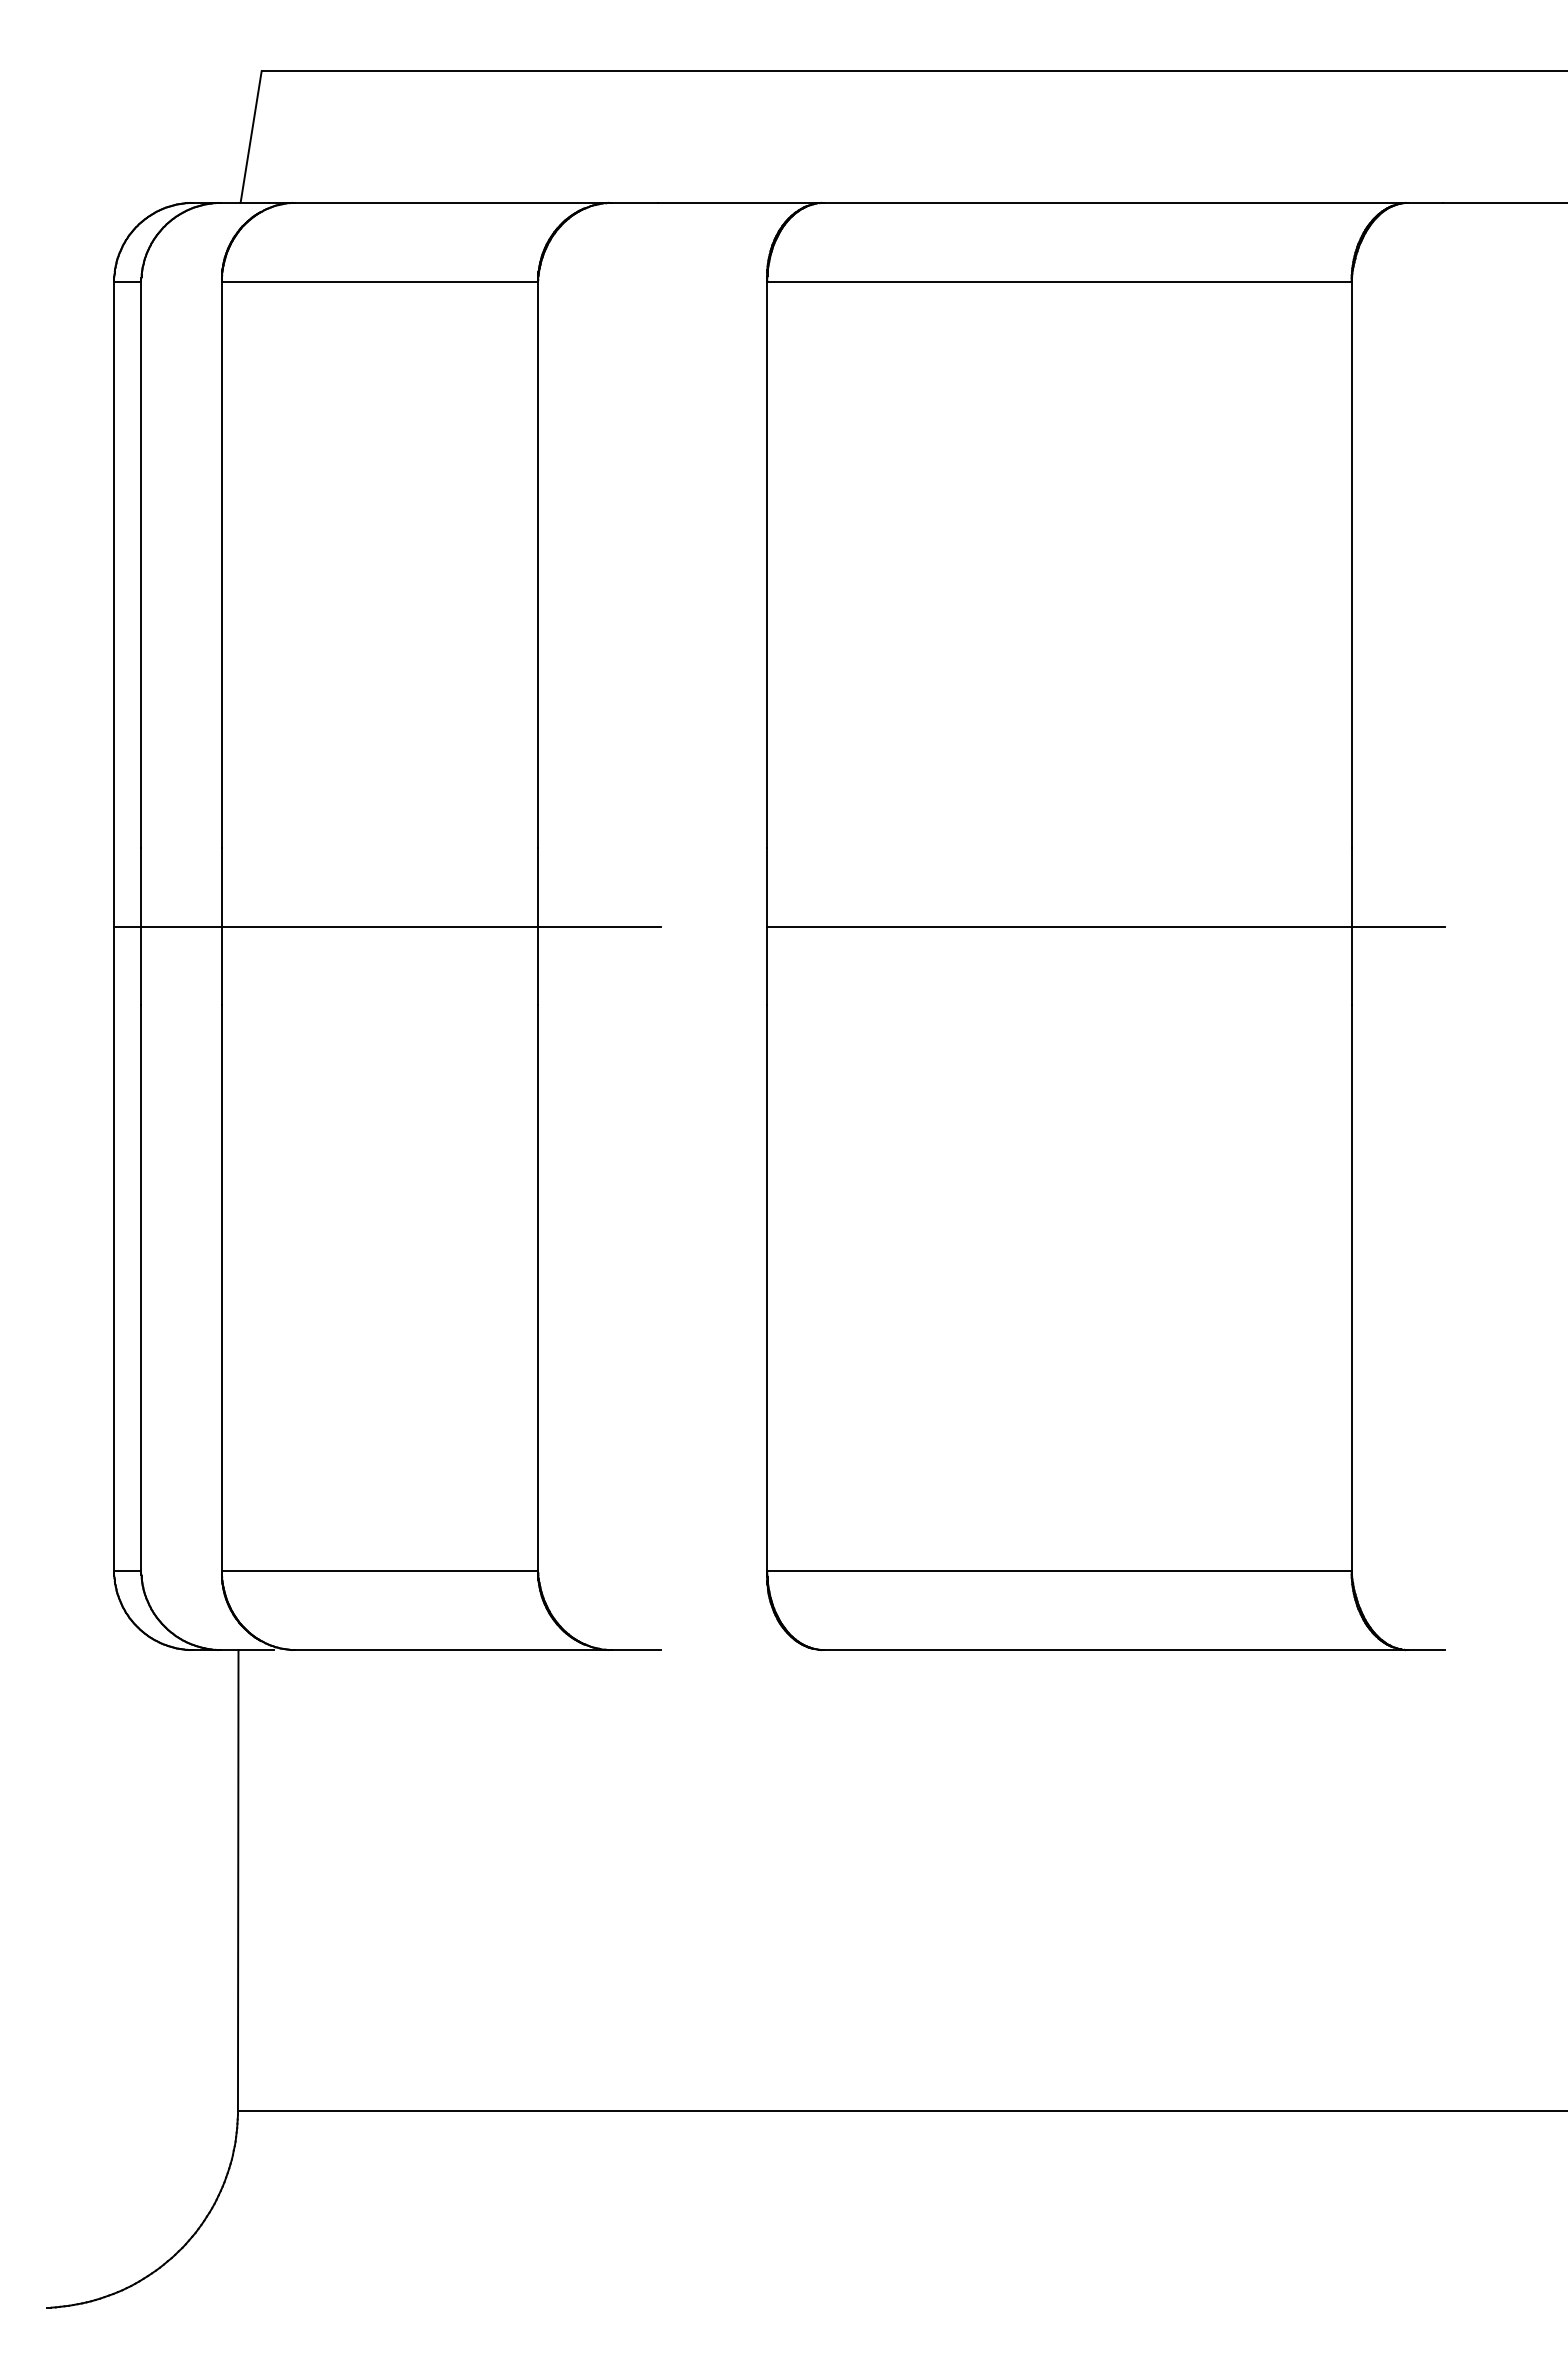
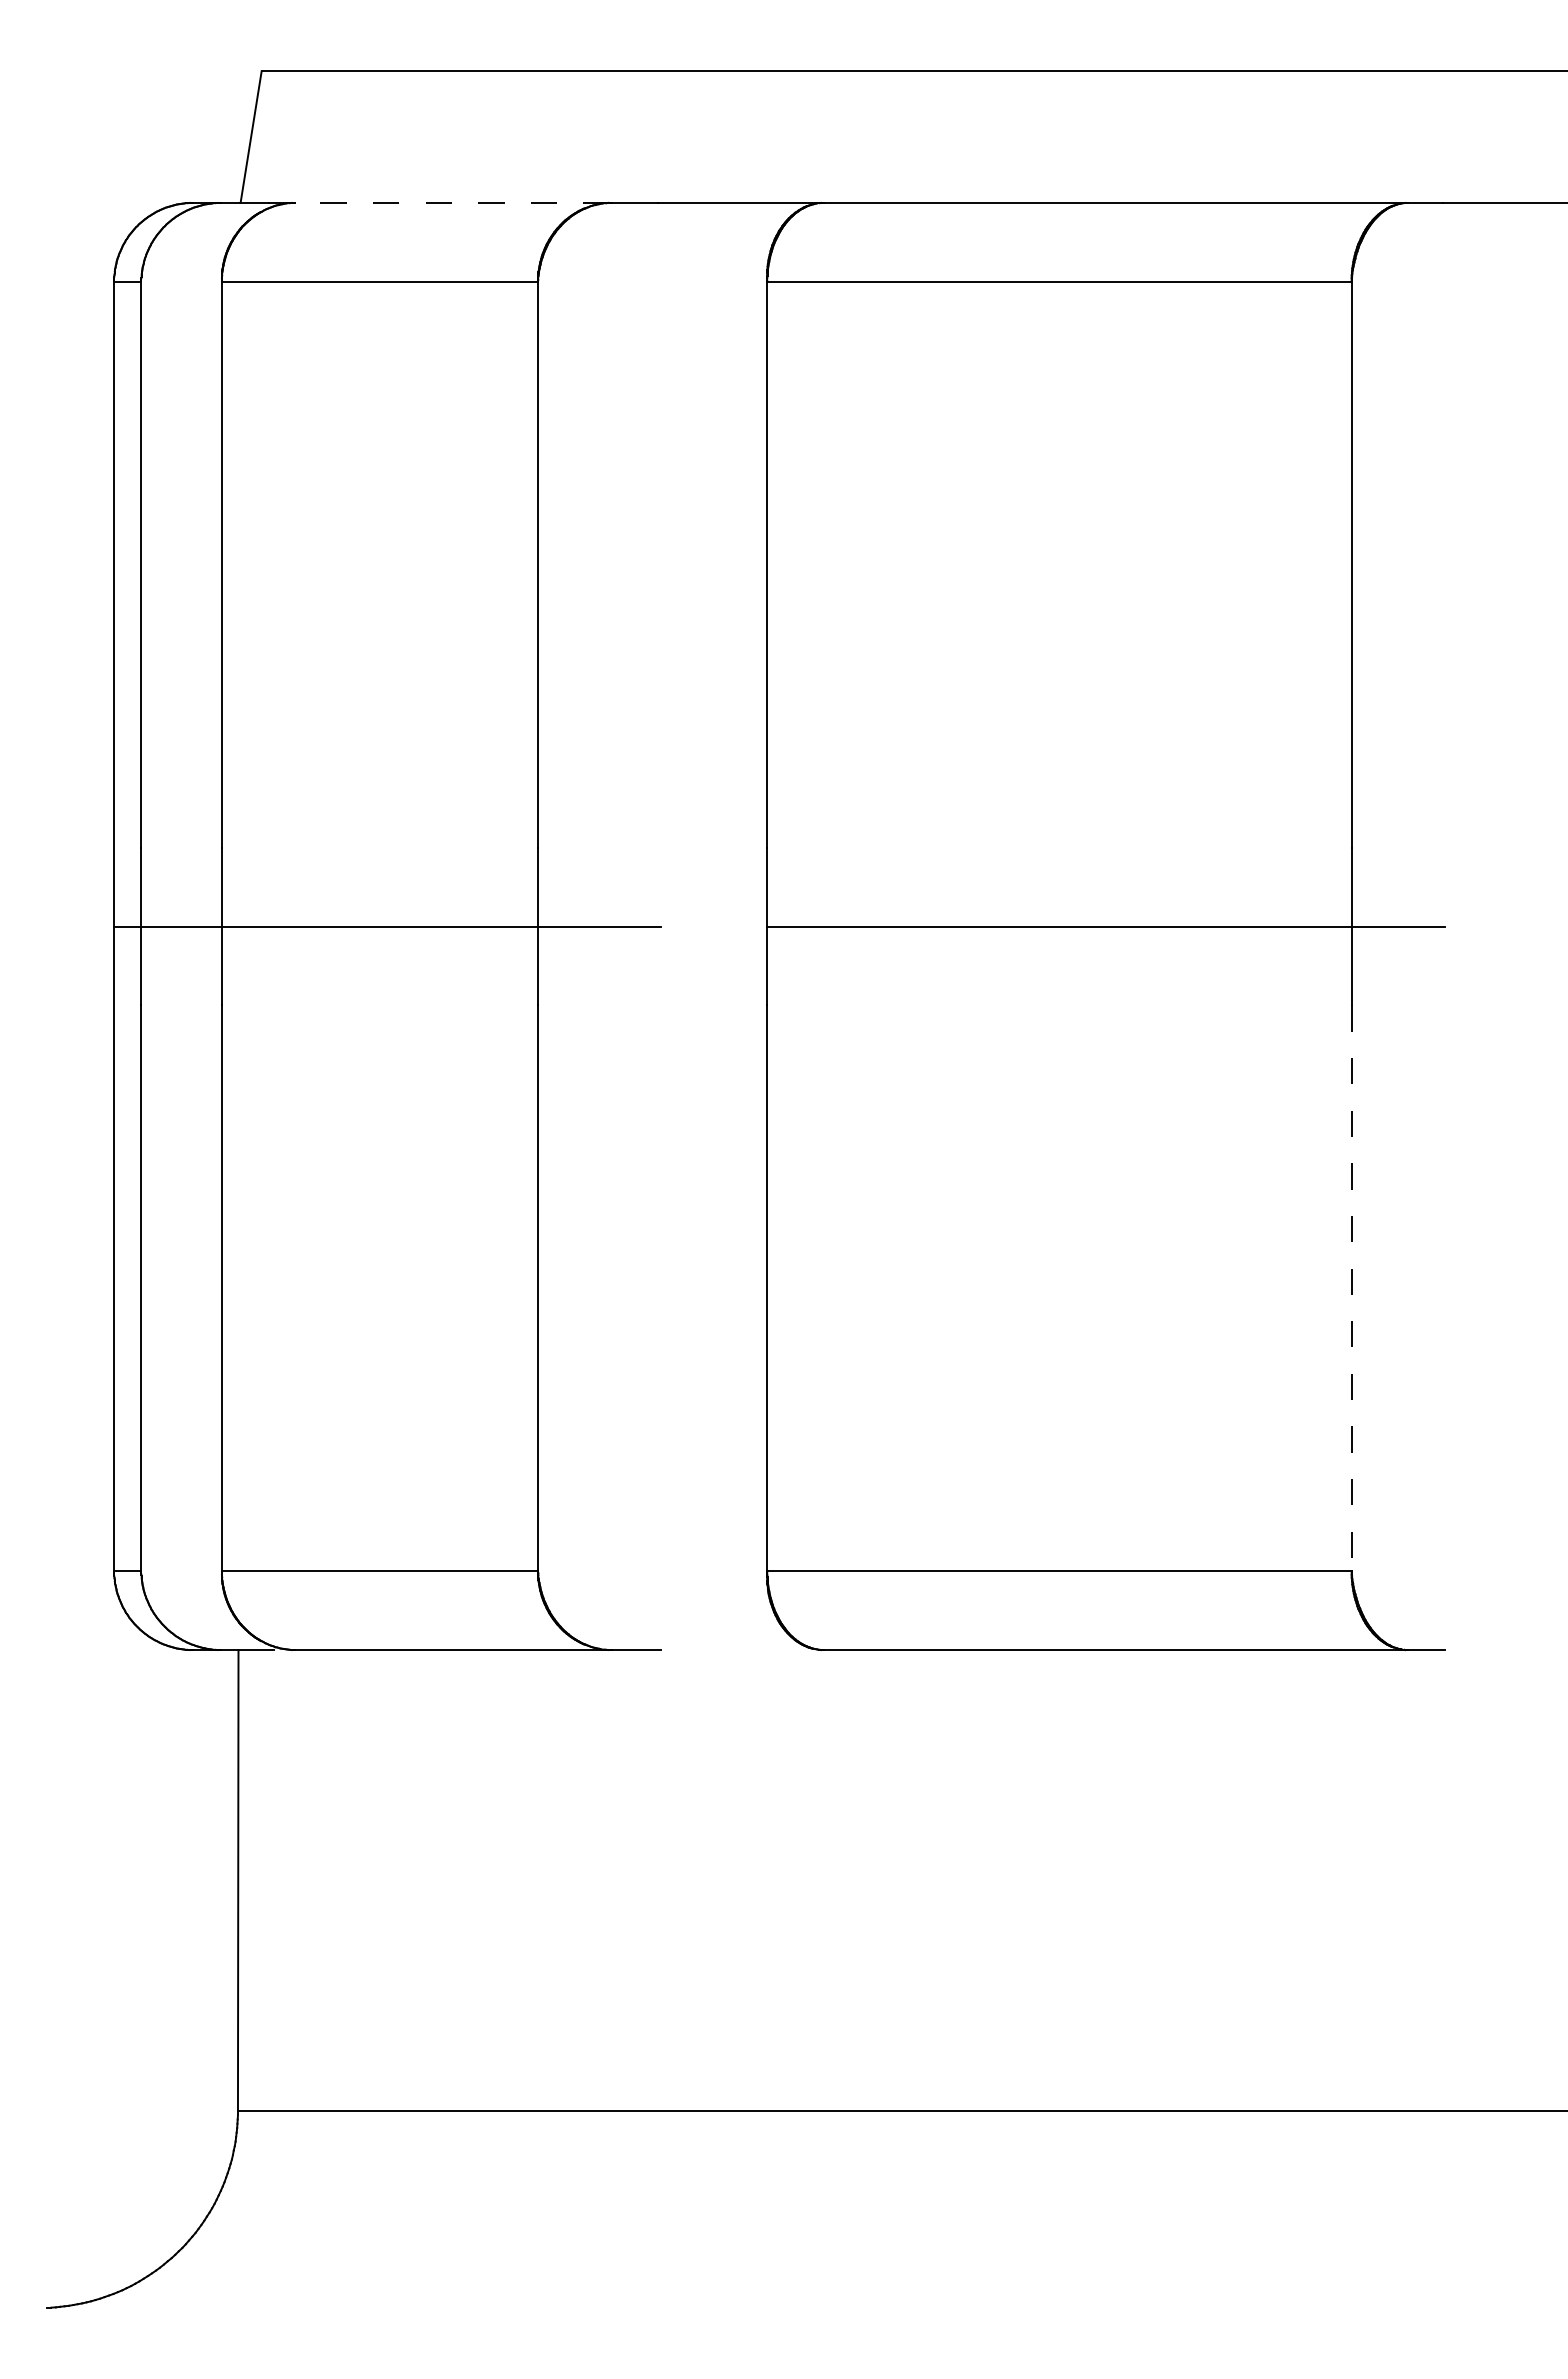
line at (452, 202): solid -> dashed
line at (1351, 1288): solid -> dashed
